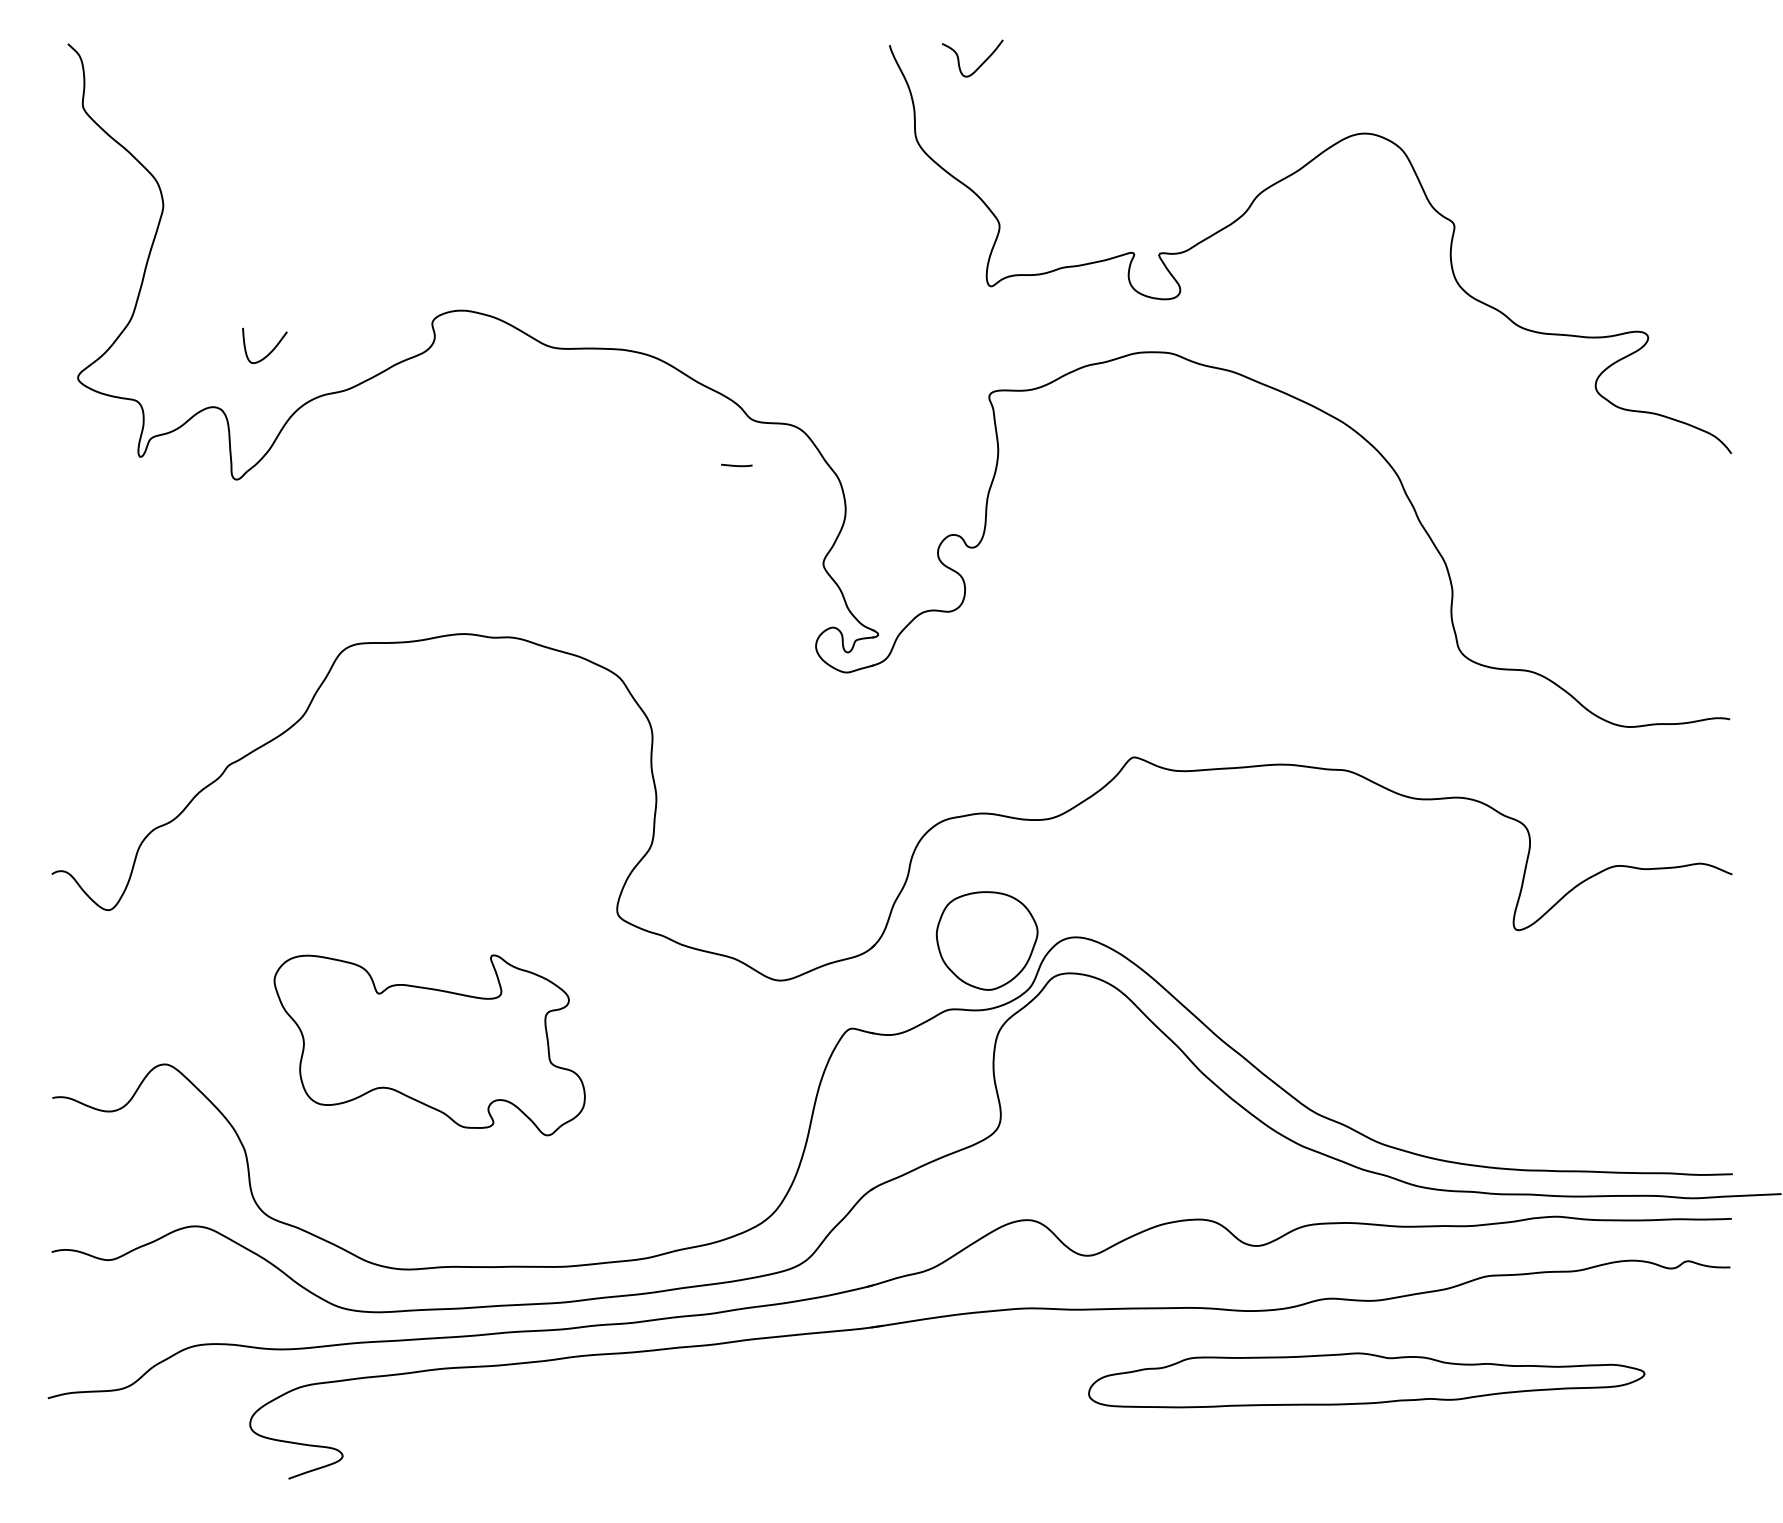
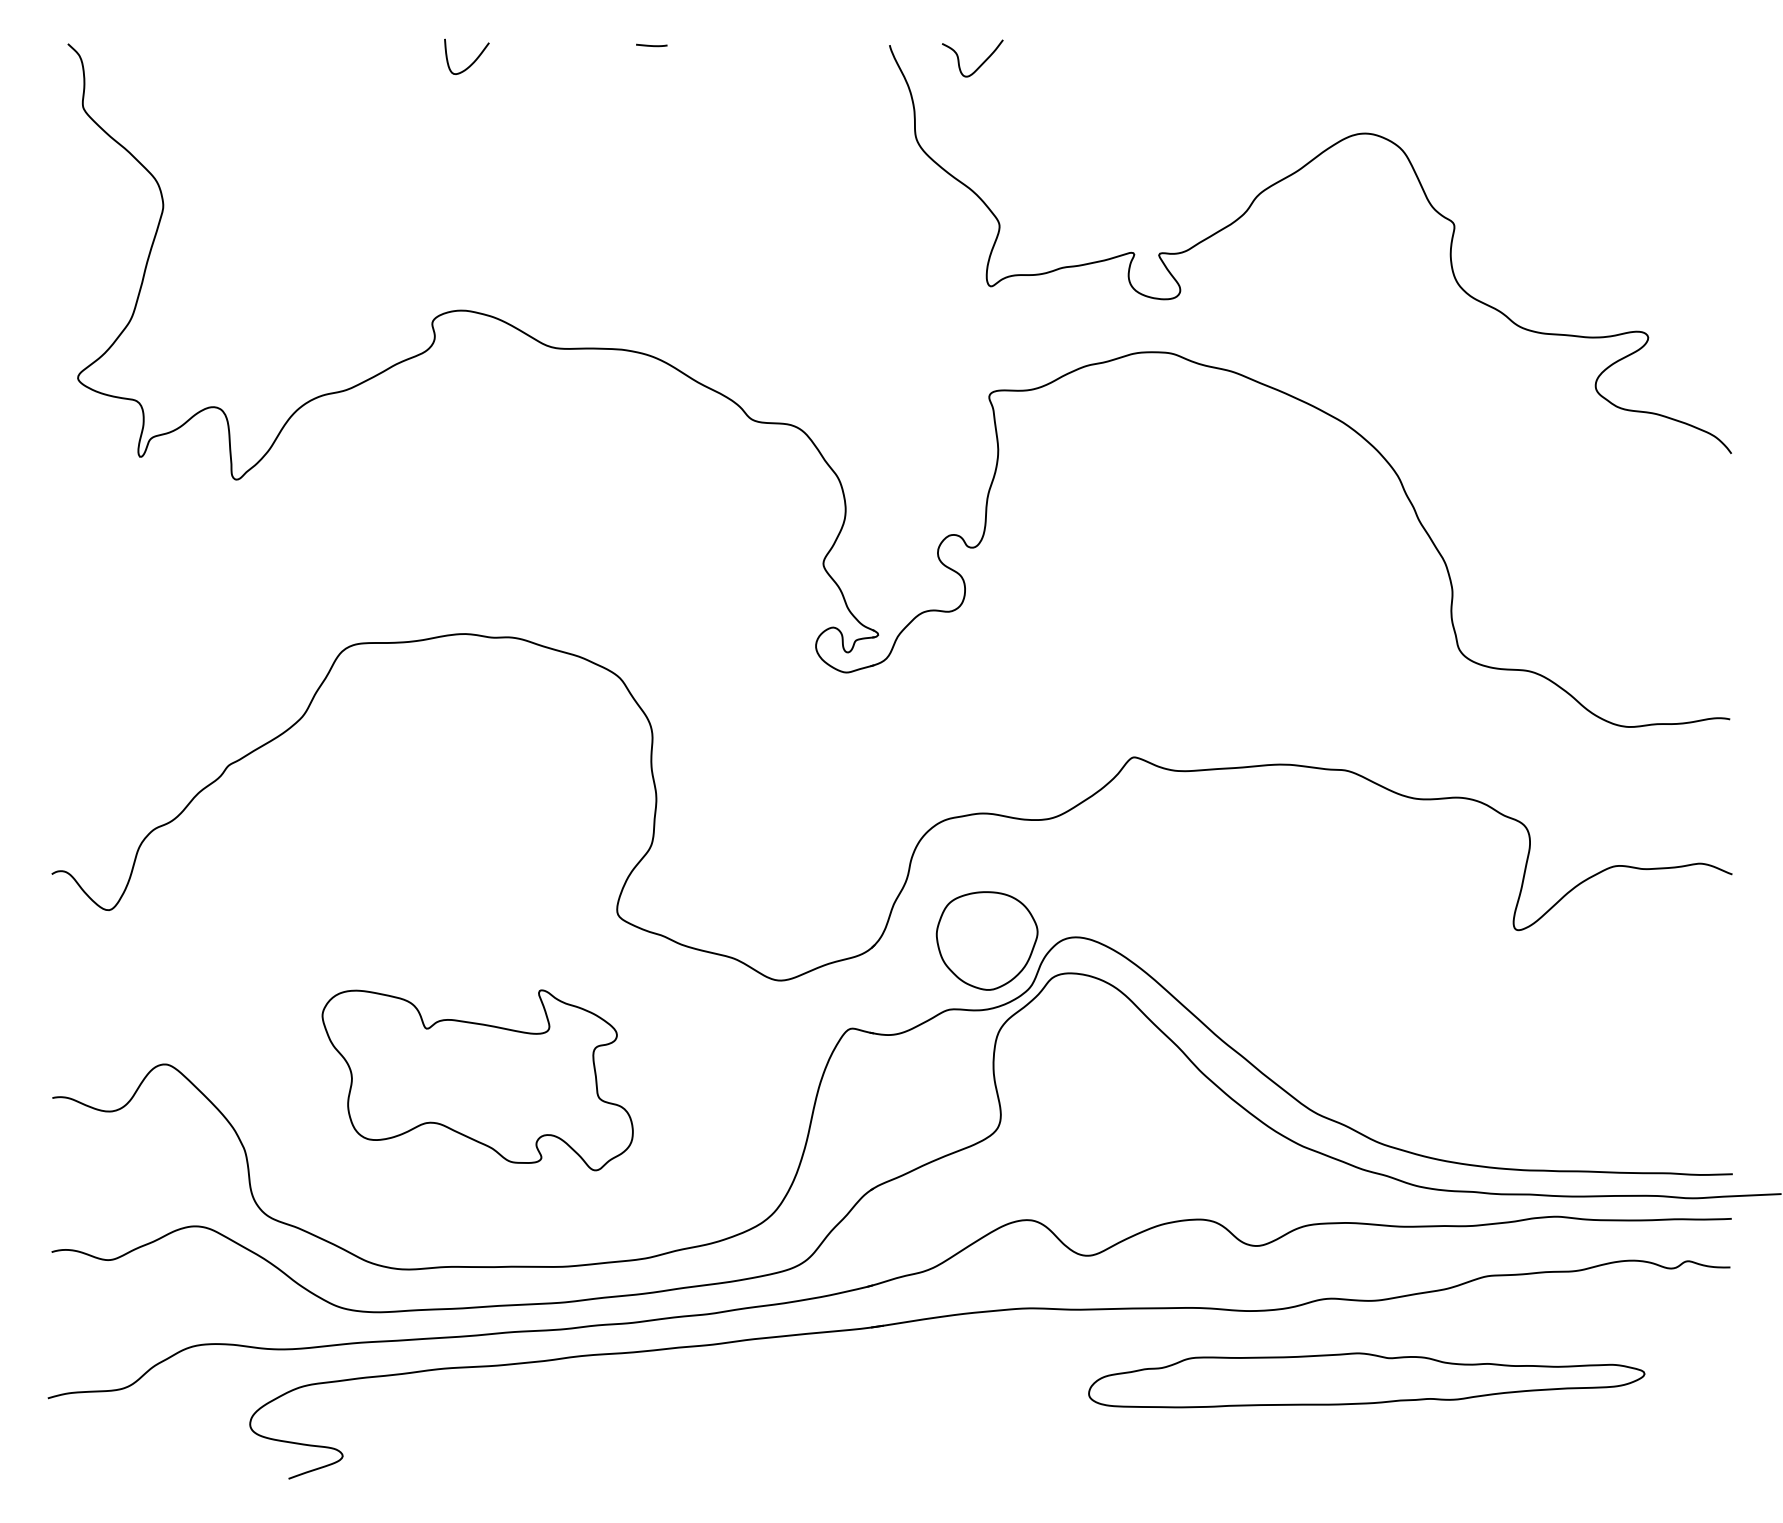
curve at (270, 351) position: (270, 351) -> (472, 62)
curve at (736, 465) position: (736, 465) -> (651, 45)
part at (429, 1045) position: (429, 1045) -> (477, 1080)
